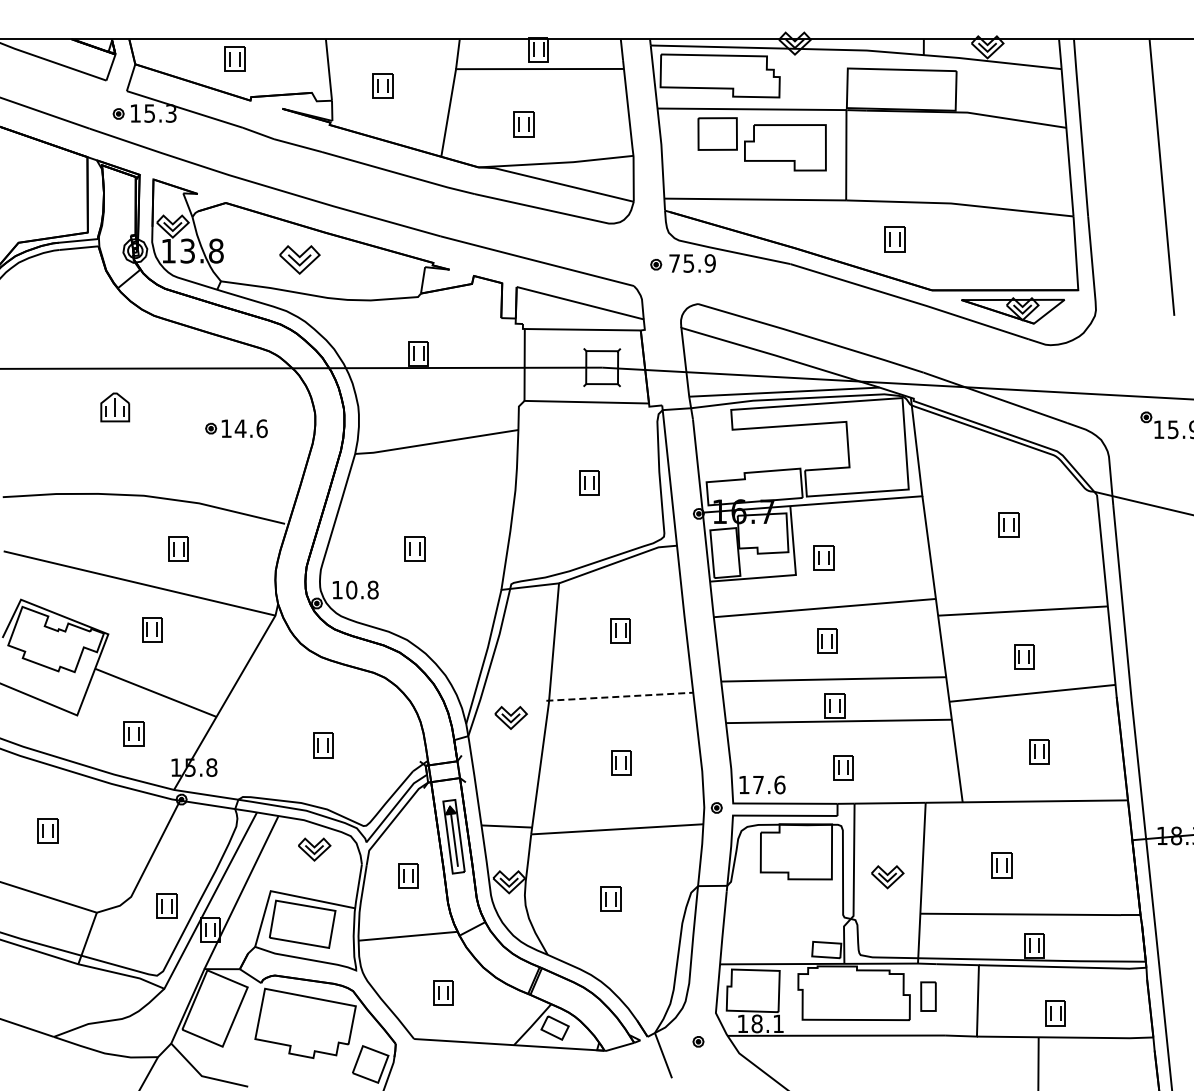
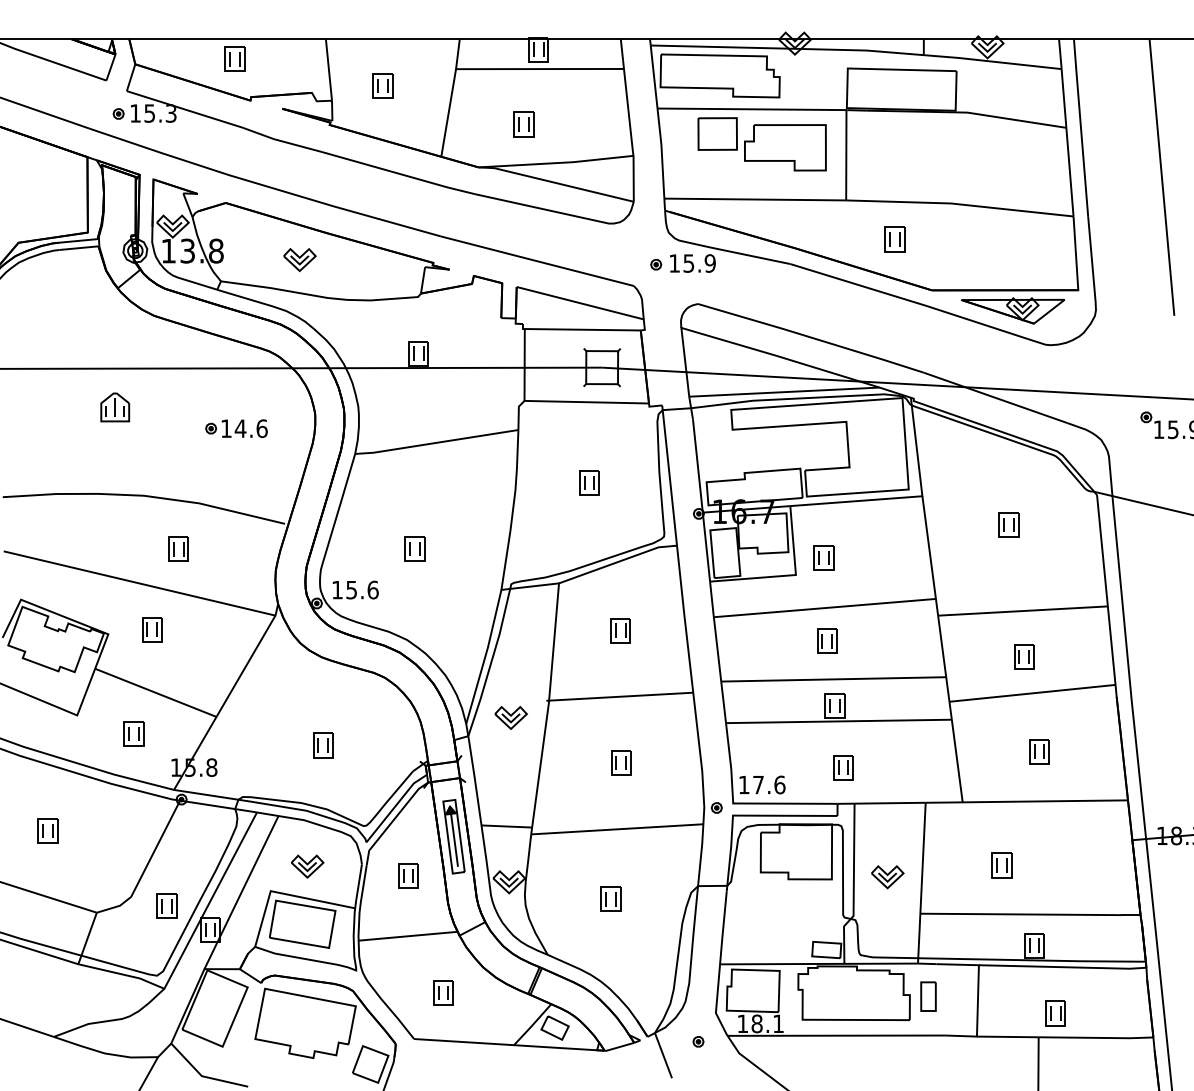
part at (299, 259) size: 42x30 px -> 34x25 px
text at (674, 263): 75.9 -> 15.9
text at (362, 589): 10.8 -> 15.6
line at (619, 696): dashed -> solid
part at (314, 849) position: (314, 849) -> (307, 866)
